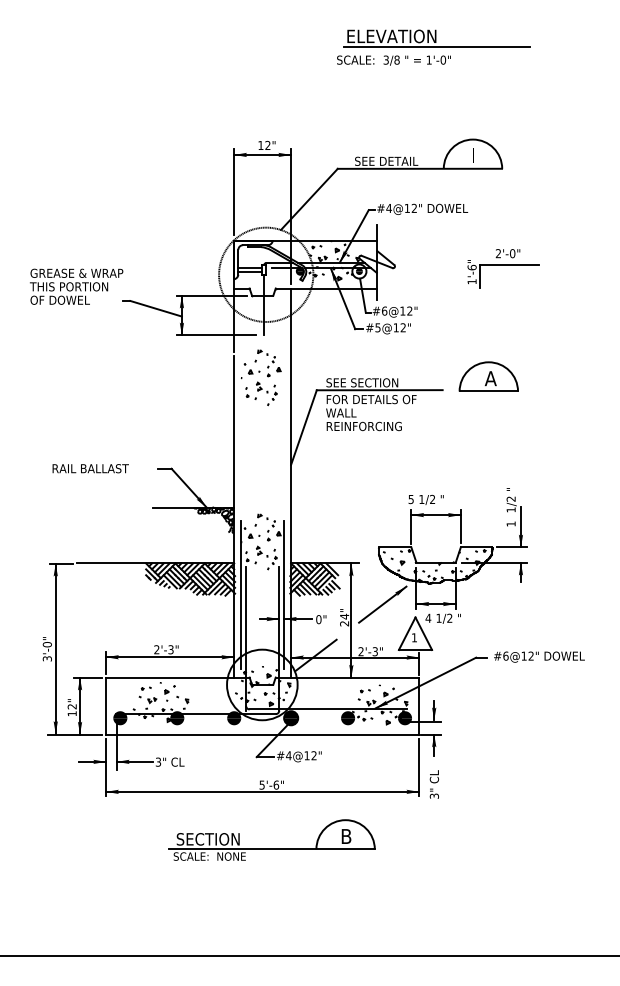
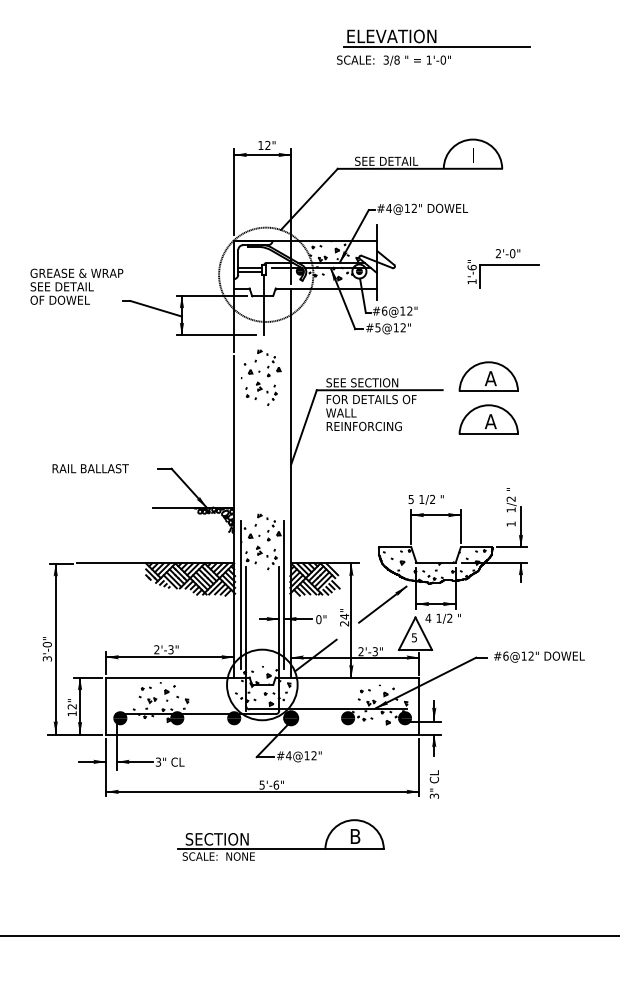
text at (68, 286): THIS PORTION -> SEE DETAIL
part at (488, 419): none -> present
text at (413, 637): 1 -> 5
part at (271, 848) position: (271, 848) -> (280, 848)
line at (309, 956) position: (309, 956) -> (309, 936)
